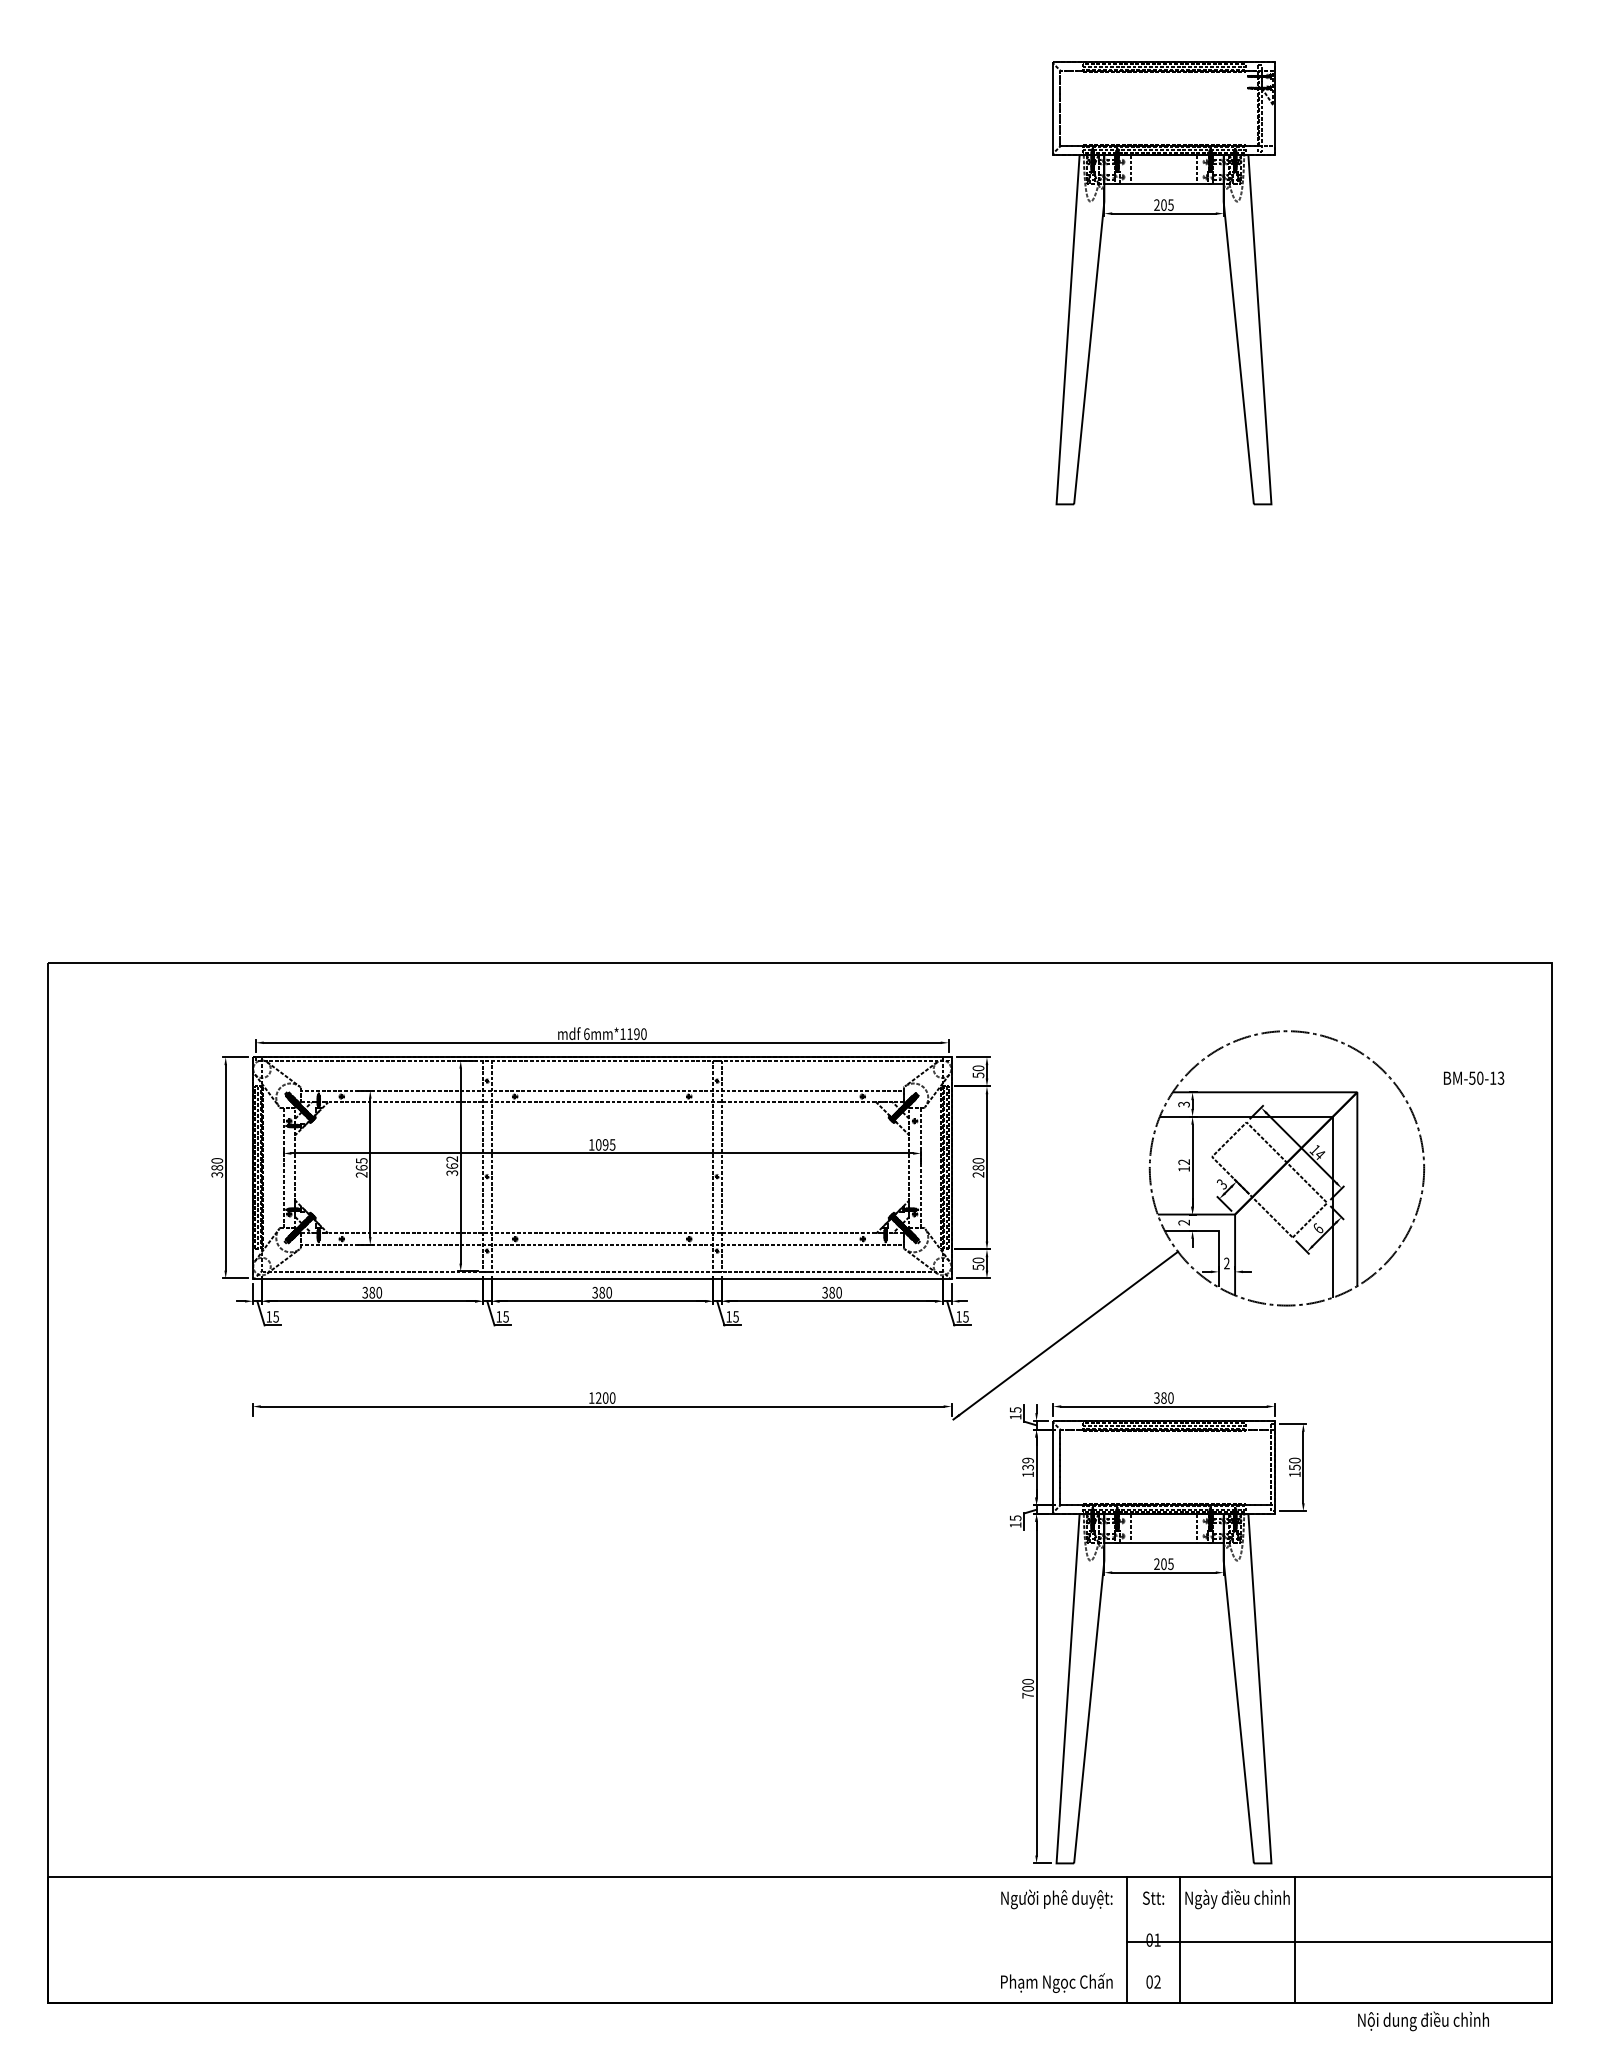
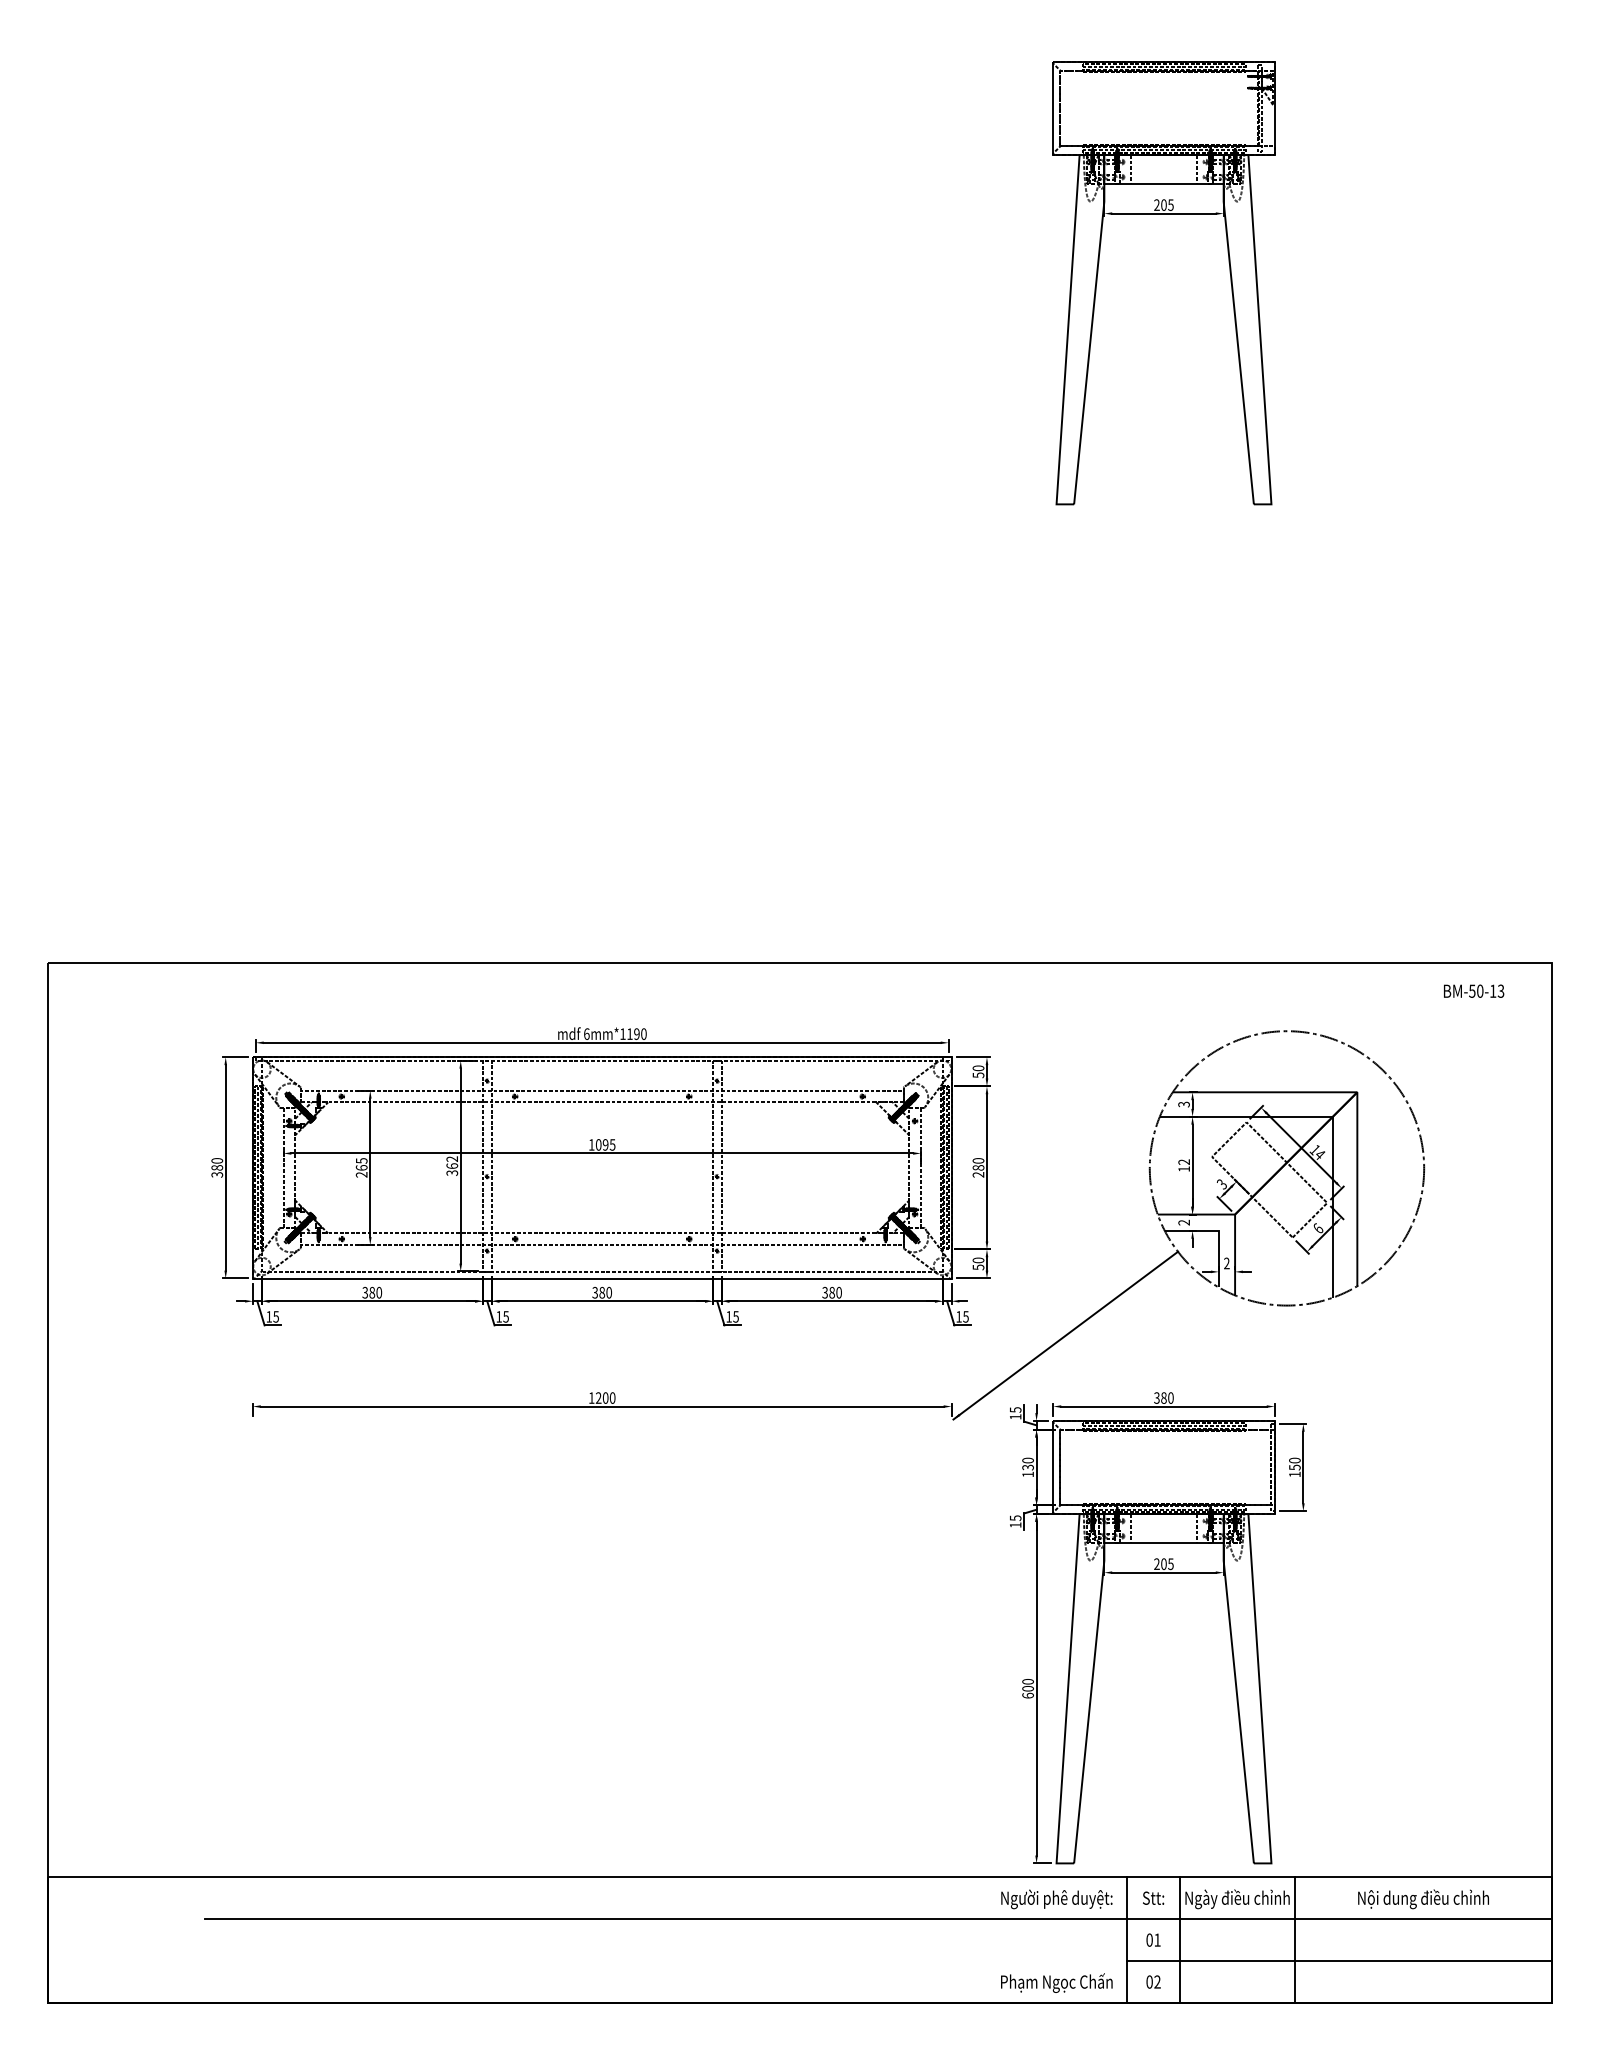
text at (1474, 1077) position: (1474, 1077) -> (1474, 990)
text at (1027, 1460): 139 -> 130
text at (1027, 1695): 700 -> 600
line at (878, 1919): none -> present
line at (1339, 1942) position: (1339, 1942) -> (1339, 1961)
text at (1423, 2021) position: (1423, 2021) -> (1423, 1899)
